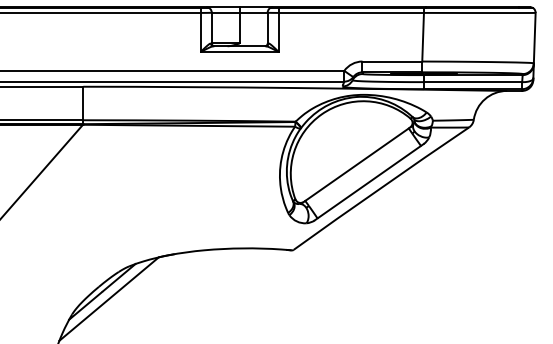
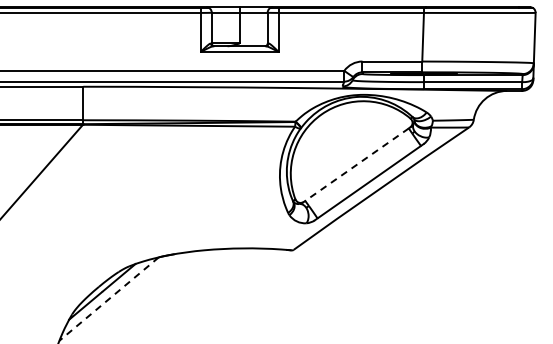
line at (356, 164): solid -> dashed
line at (109, 299): solid -> dashed
